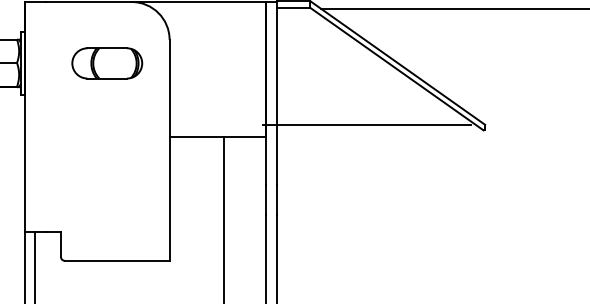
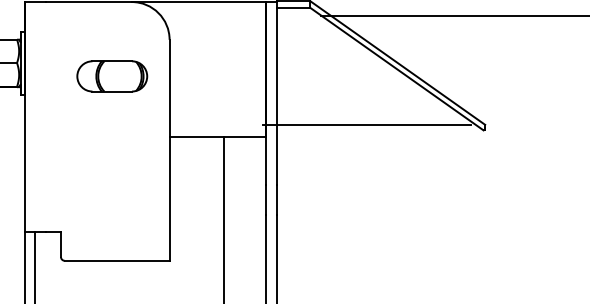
line at (453, 8) position: (453, 8) -> (453, 15)
part at (107, 63) position: (107, 63) -> (112, 76)
